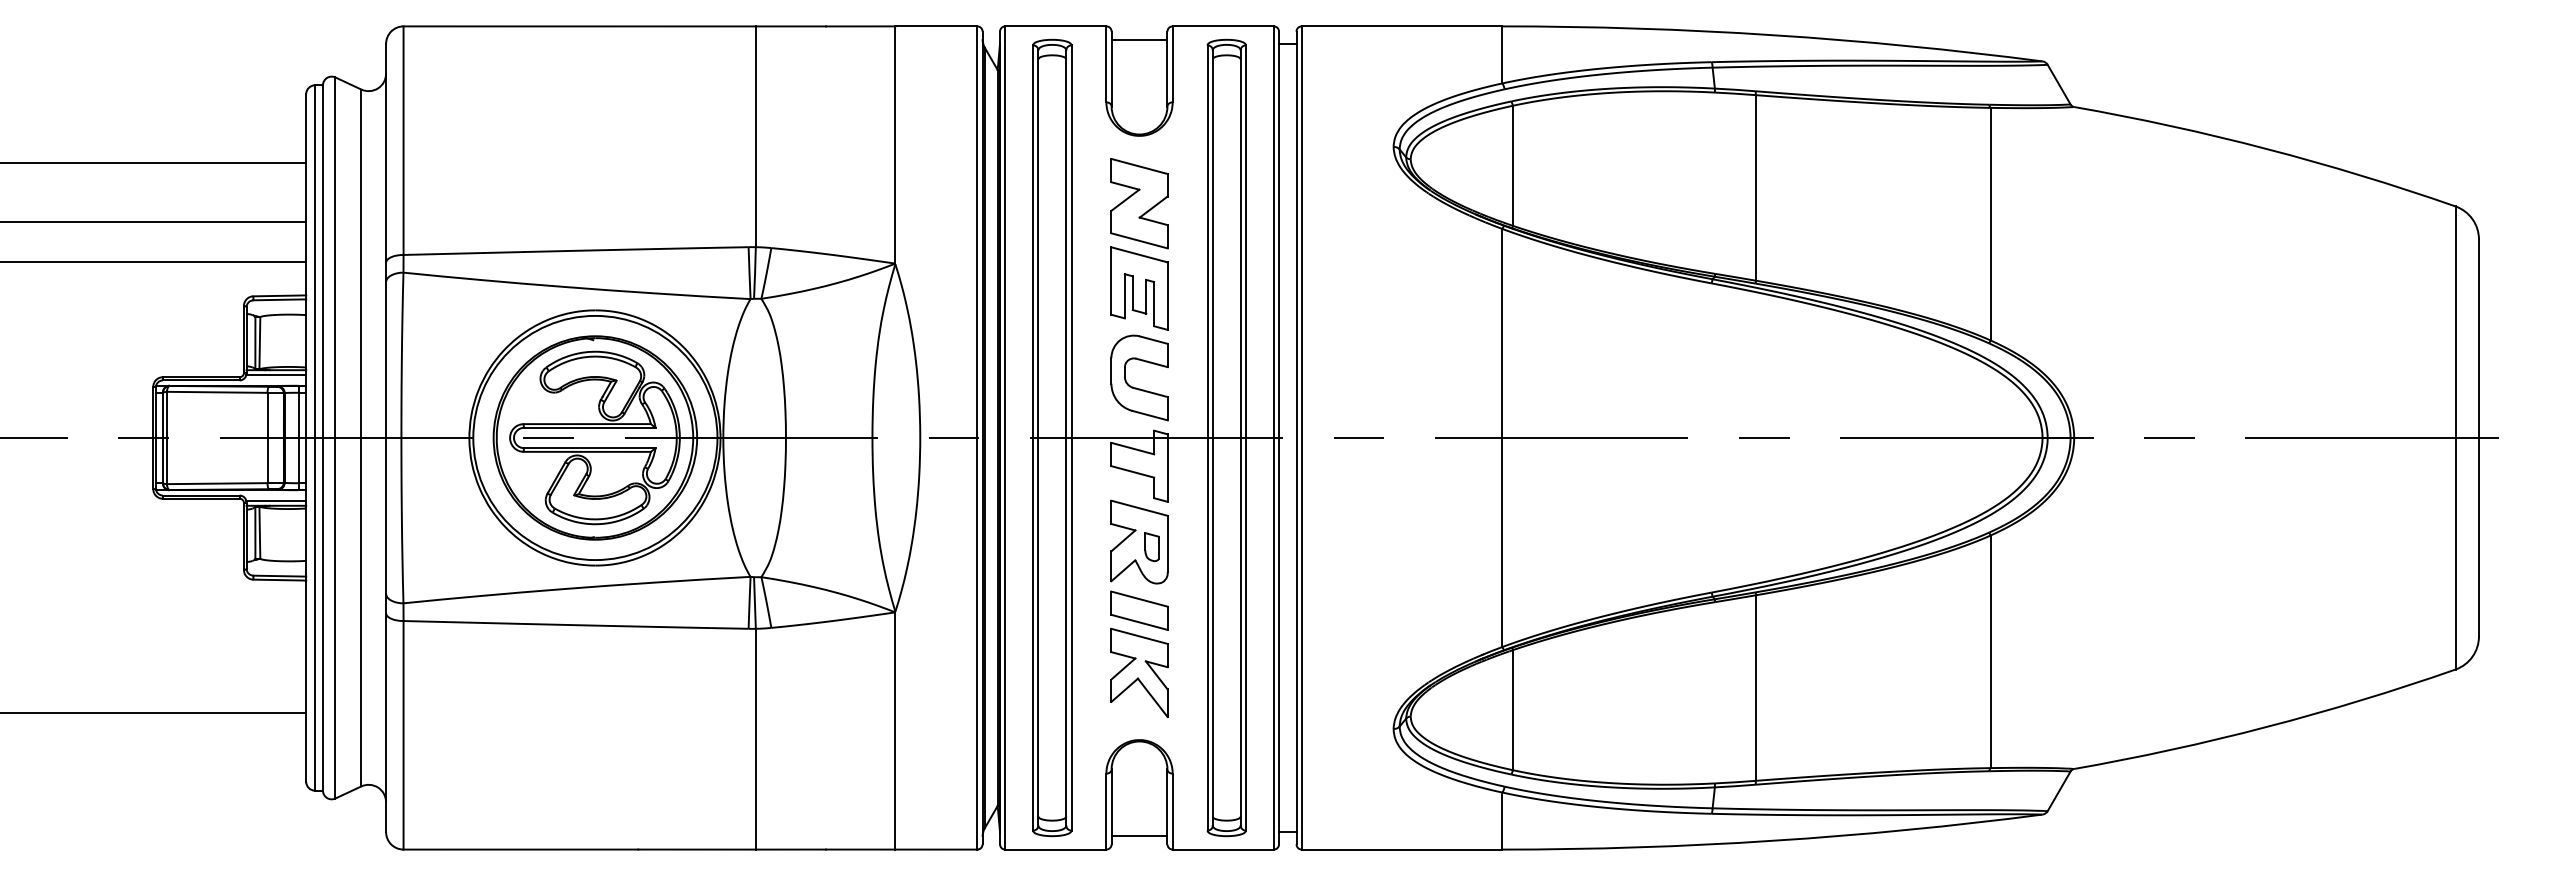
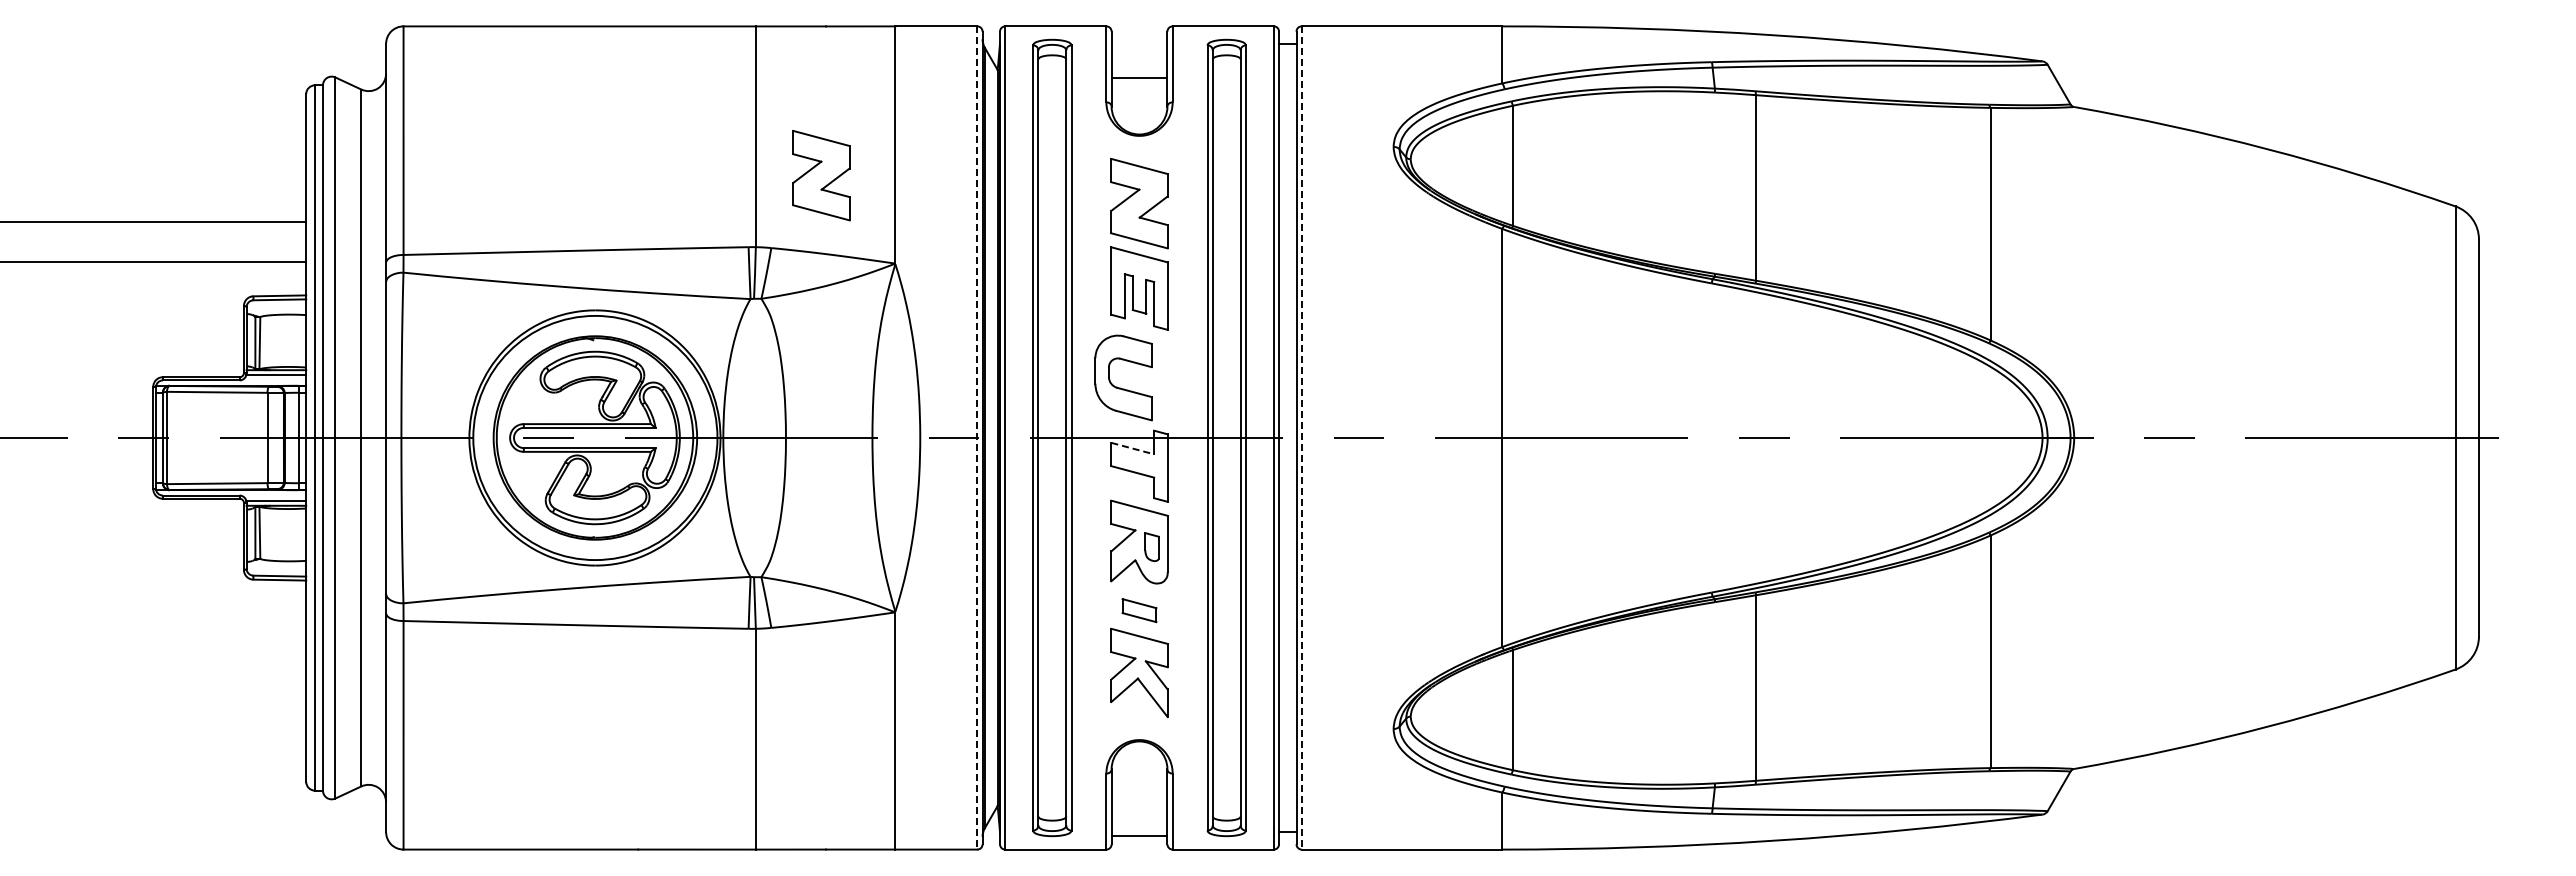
line at (1139, 40) position: (1139, 40) -> (1139, 78)
line at (154, 163): present -> none
part at (821, 175): none -> present
part at (1136, 387) position: (1136, 387) -> (1120, 387)
line at (977, 437): solid -> dashed
line at (1301, 437): solid -> dashed
line at (1133, 448): solid -> dashed
part at (1139, 610) size: 59x41 px -> 37x26 px
line at (154, 712): present -> none
